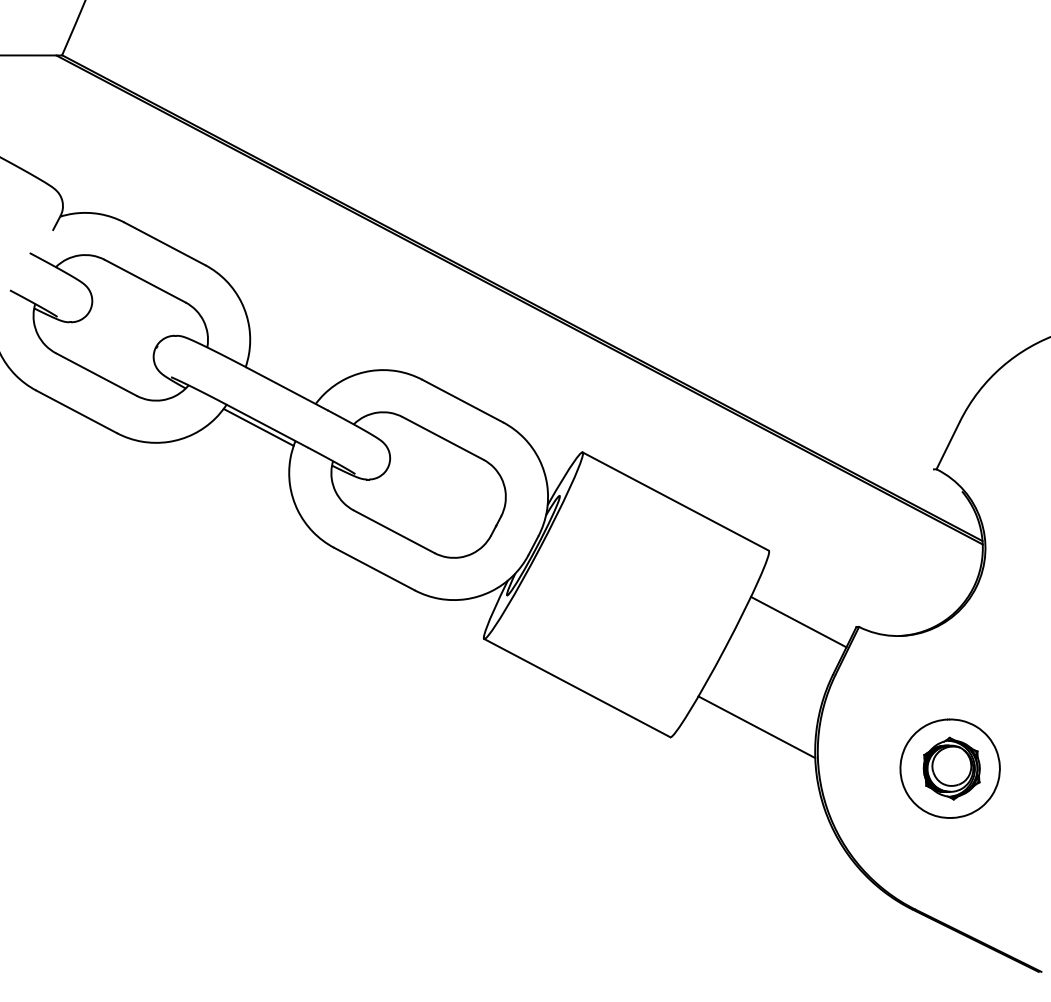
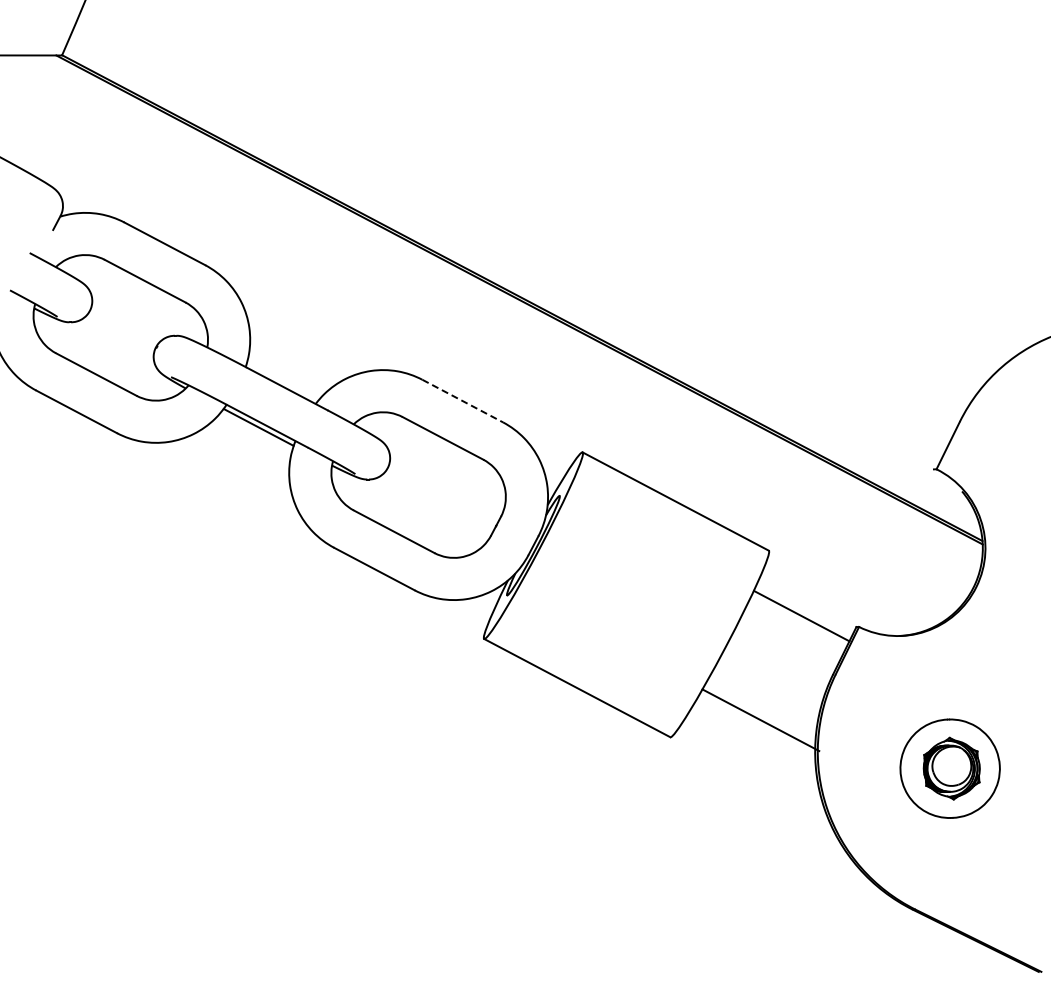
line at (462, 401): solid -> dashed
line at (798, 621) position: (798, 621) -> (801, 615)
line at (756, 727) position: (756, 727) -> (760, 720)
